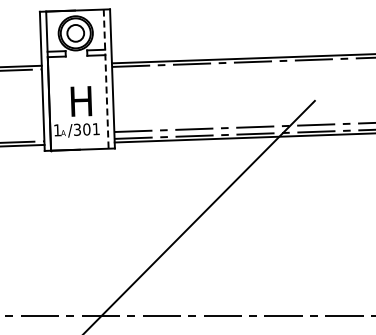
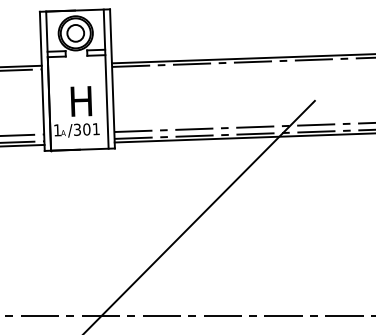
line at (106, 79): dashed -> solid
line at (23, 134): none -> present
